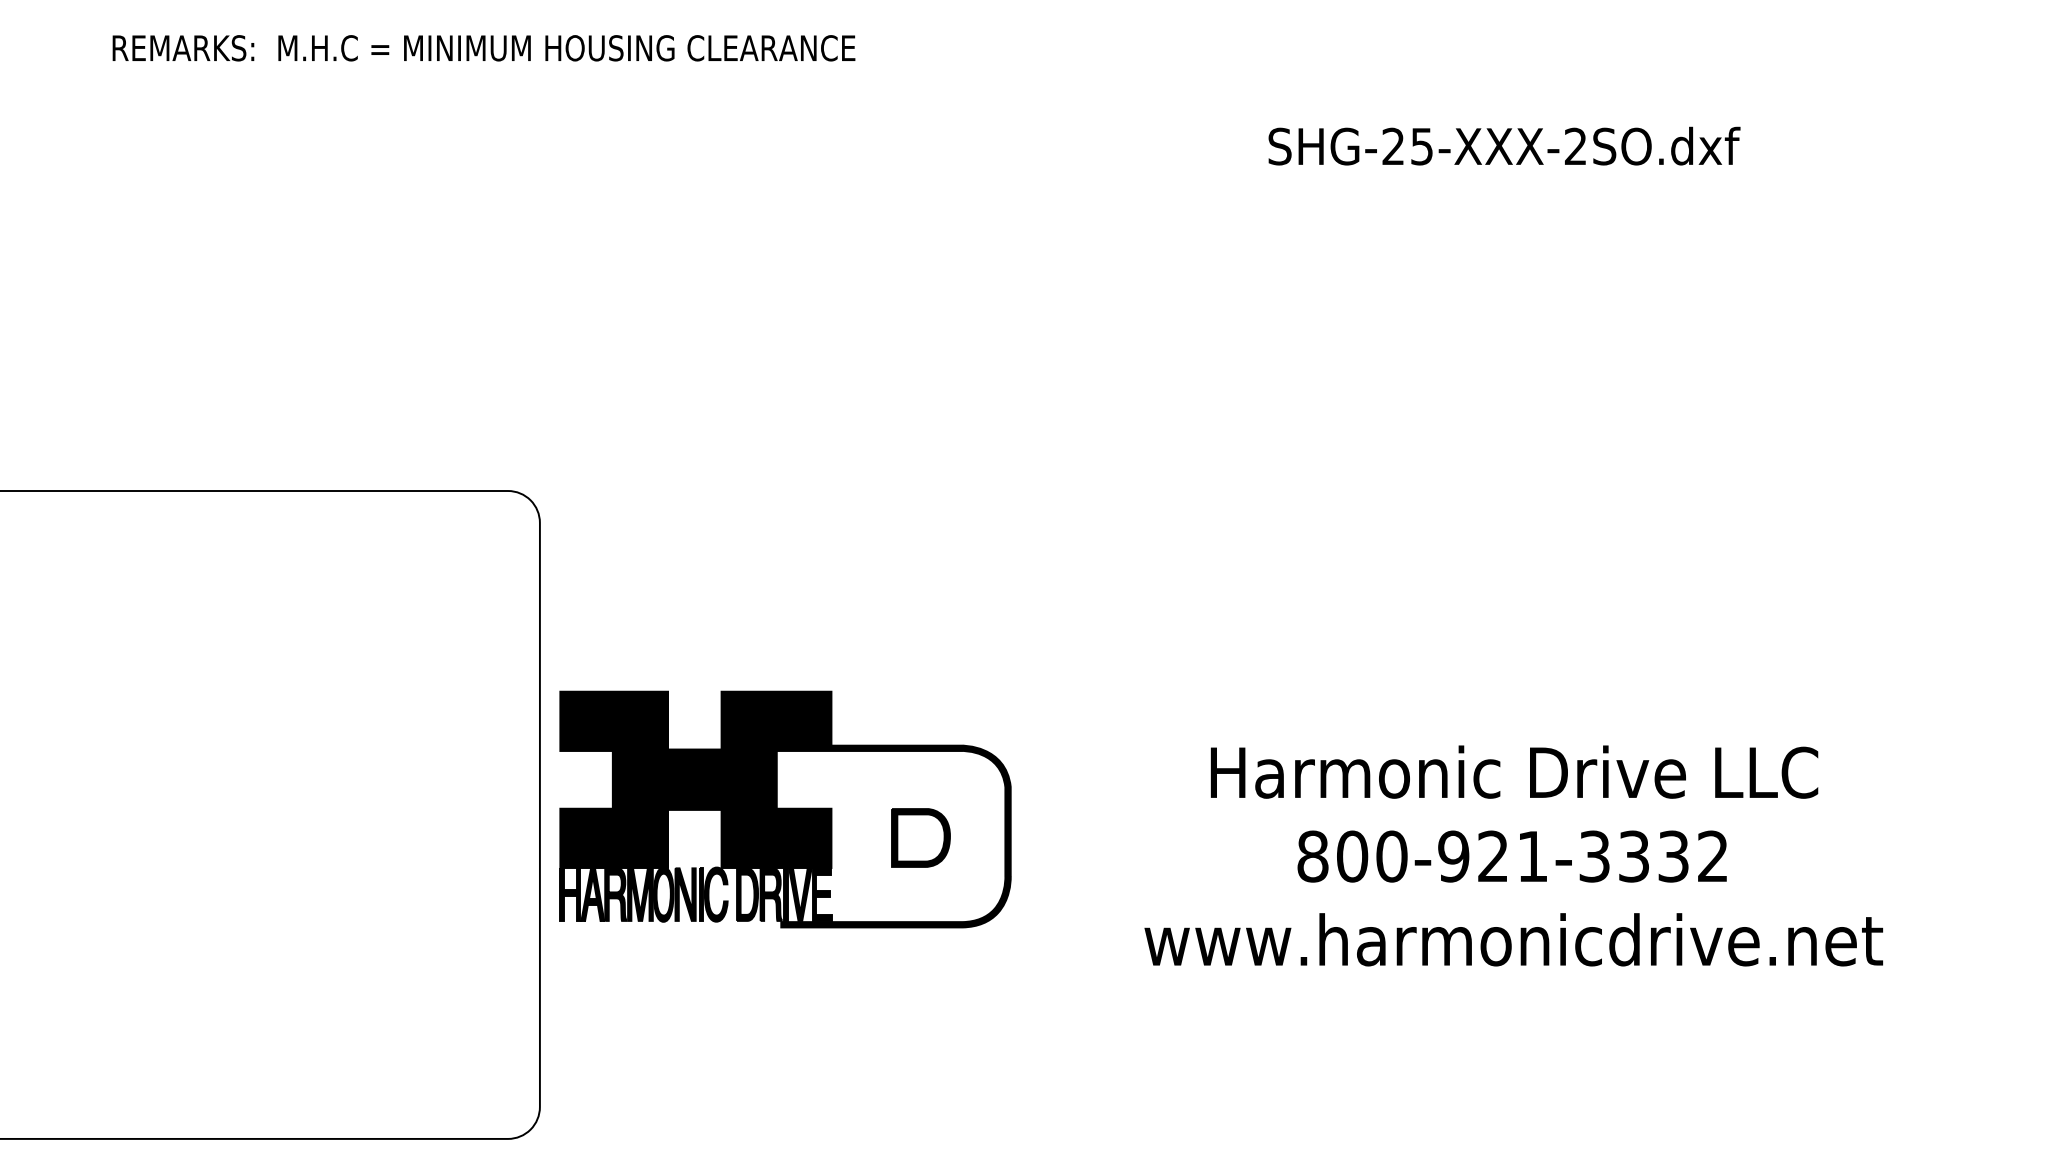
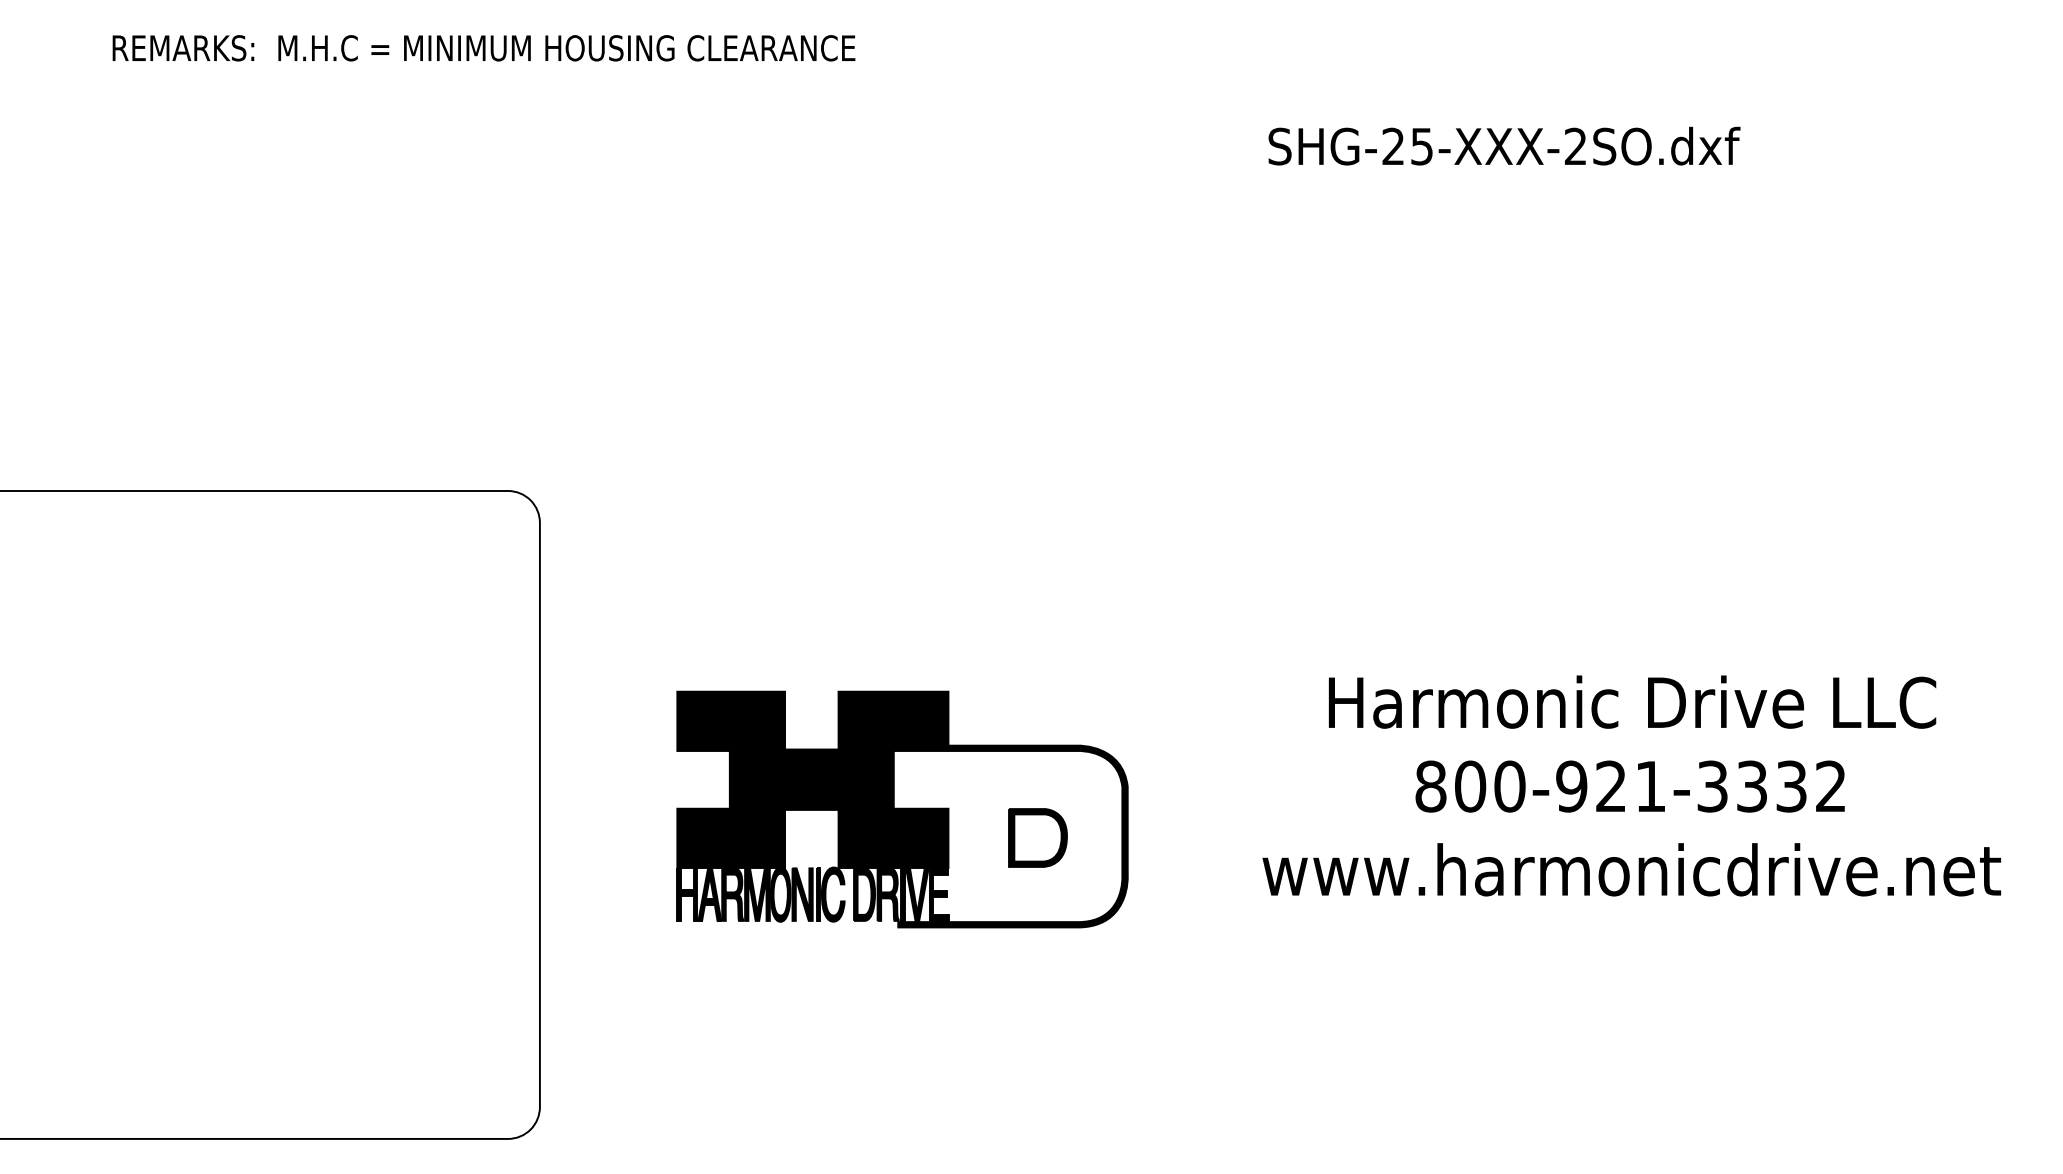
part at (785, 809) position: (785, 809) -> (902, 809)
text at (1513, 855) position: (1513, 855) -> (1631, 785)
